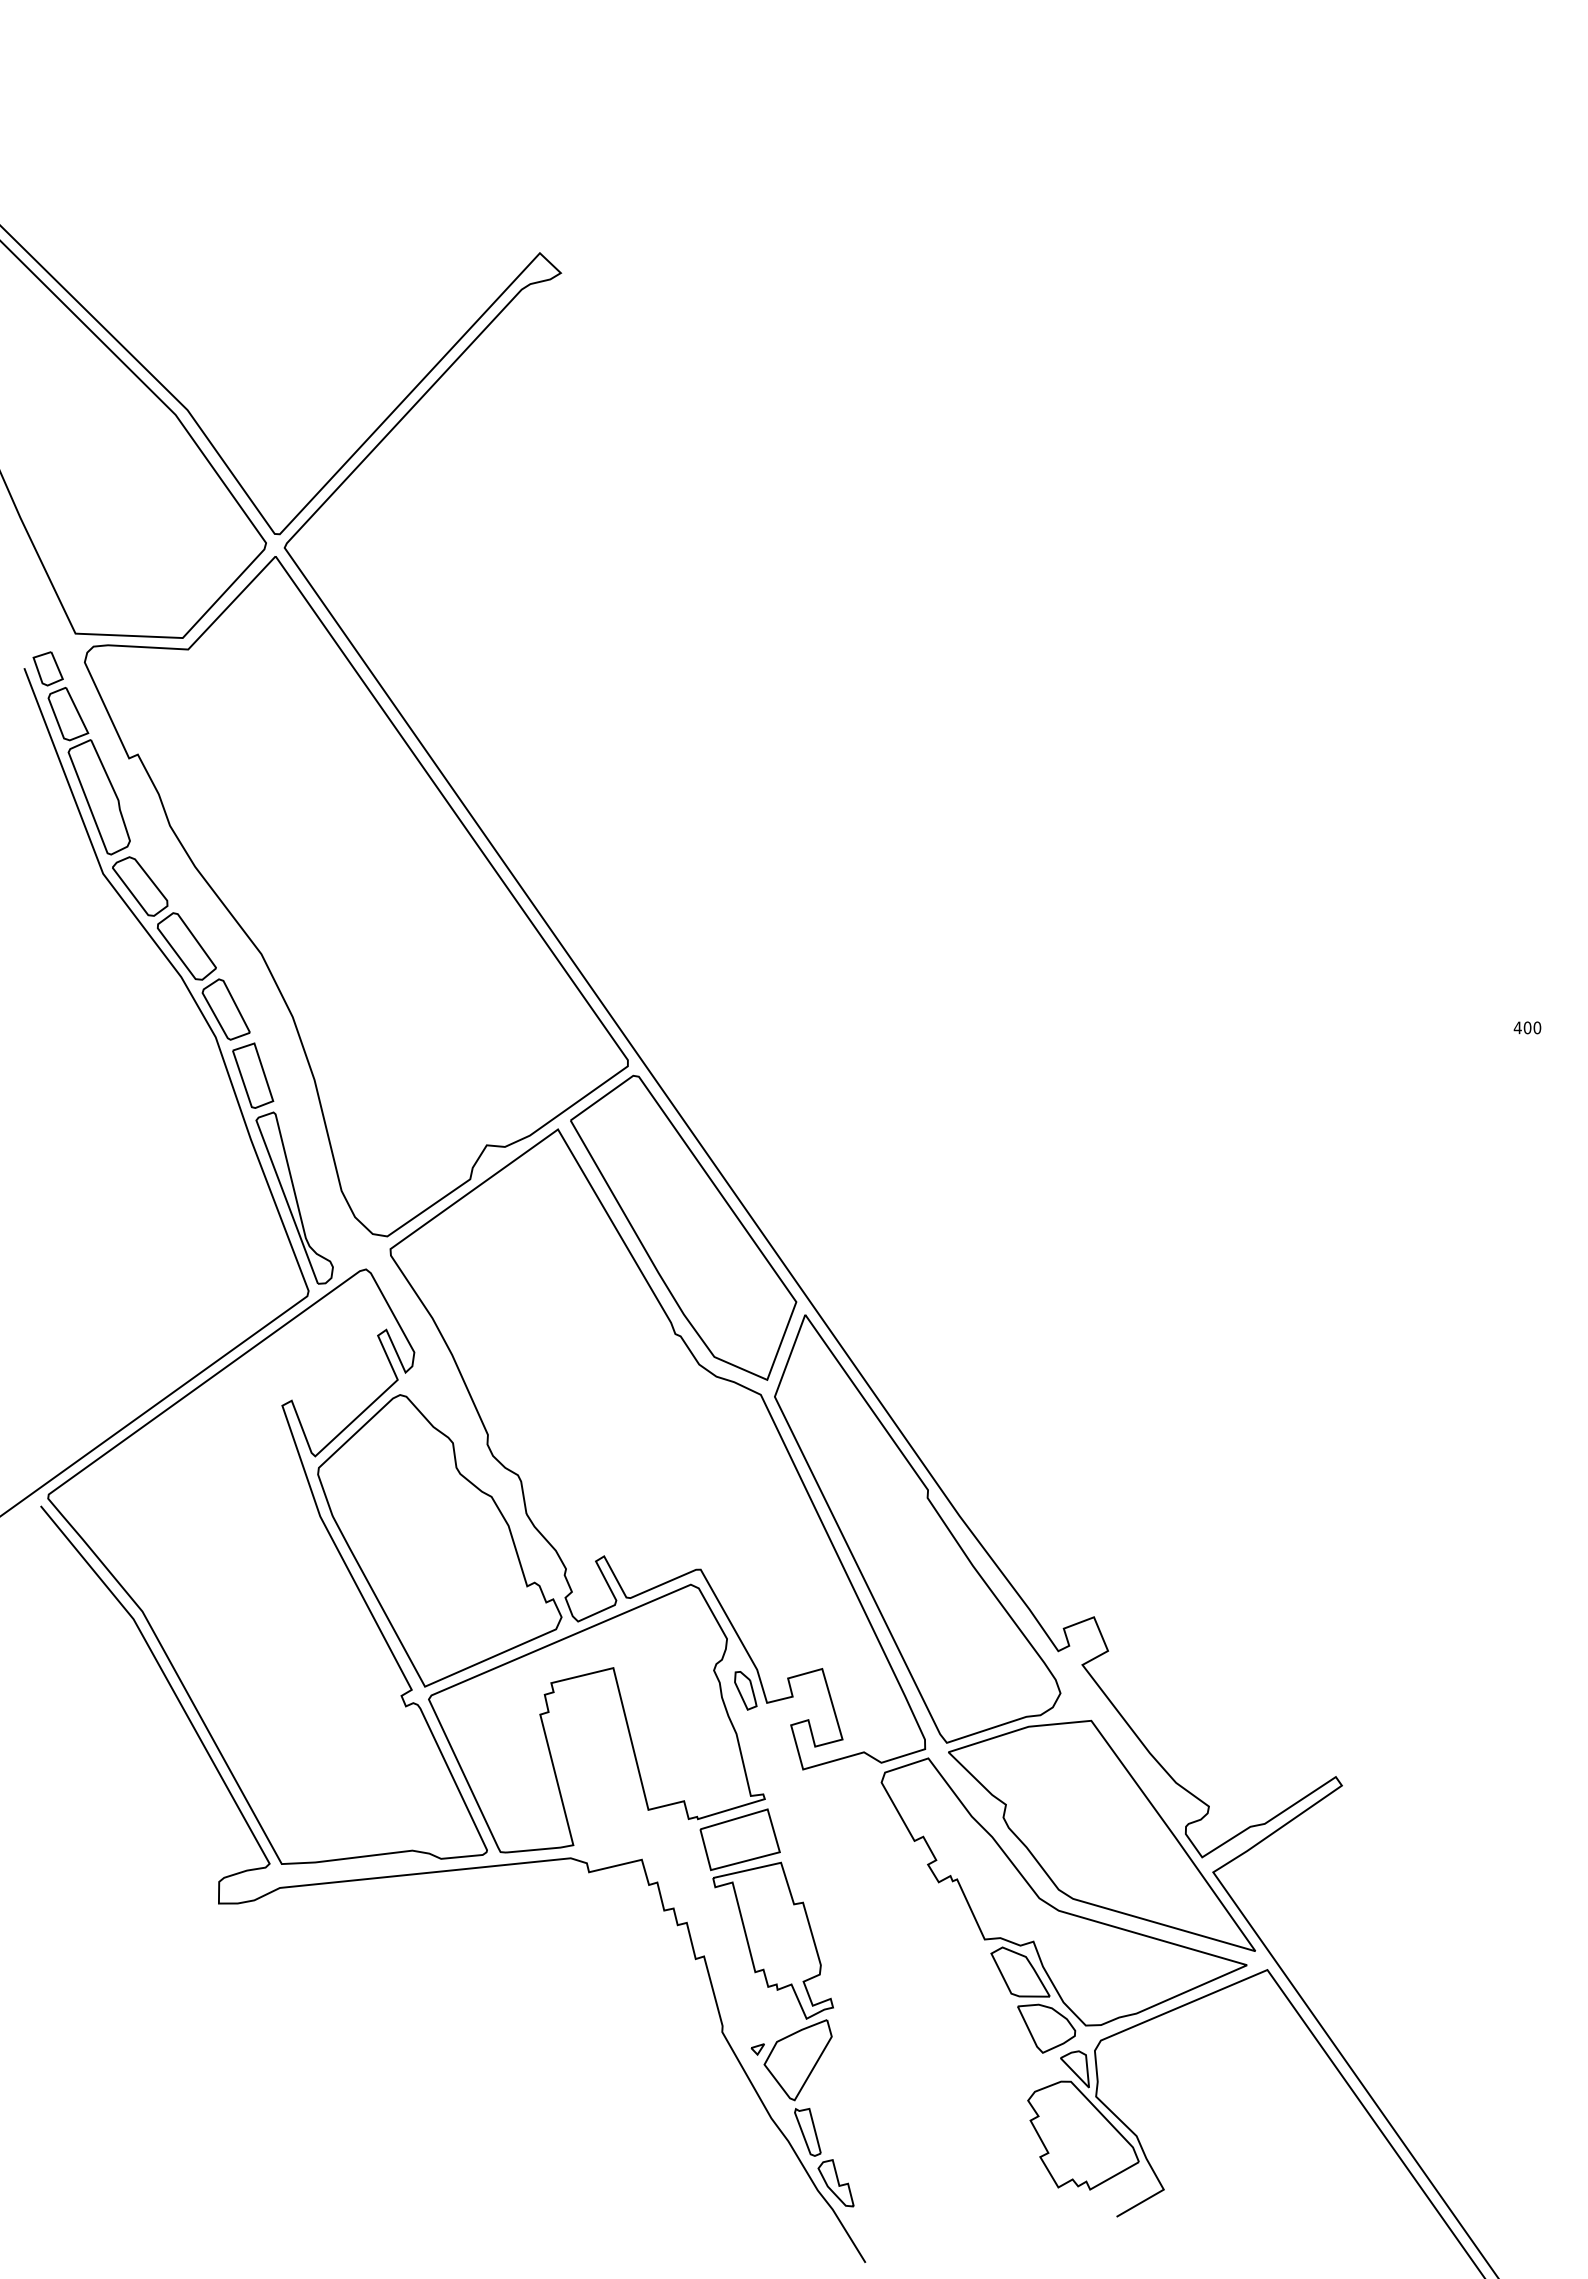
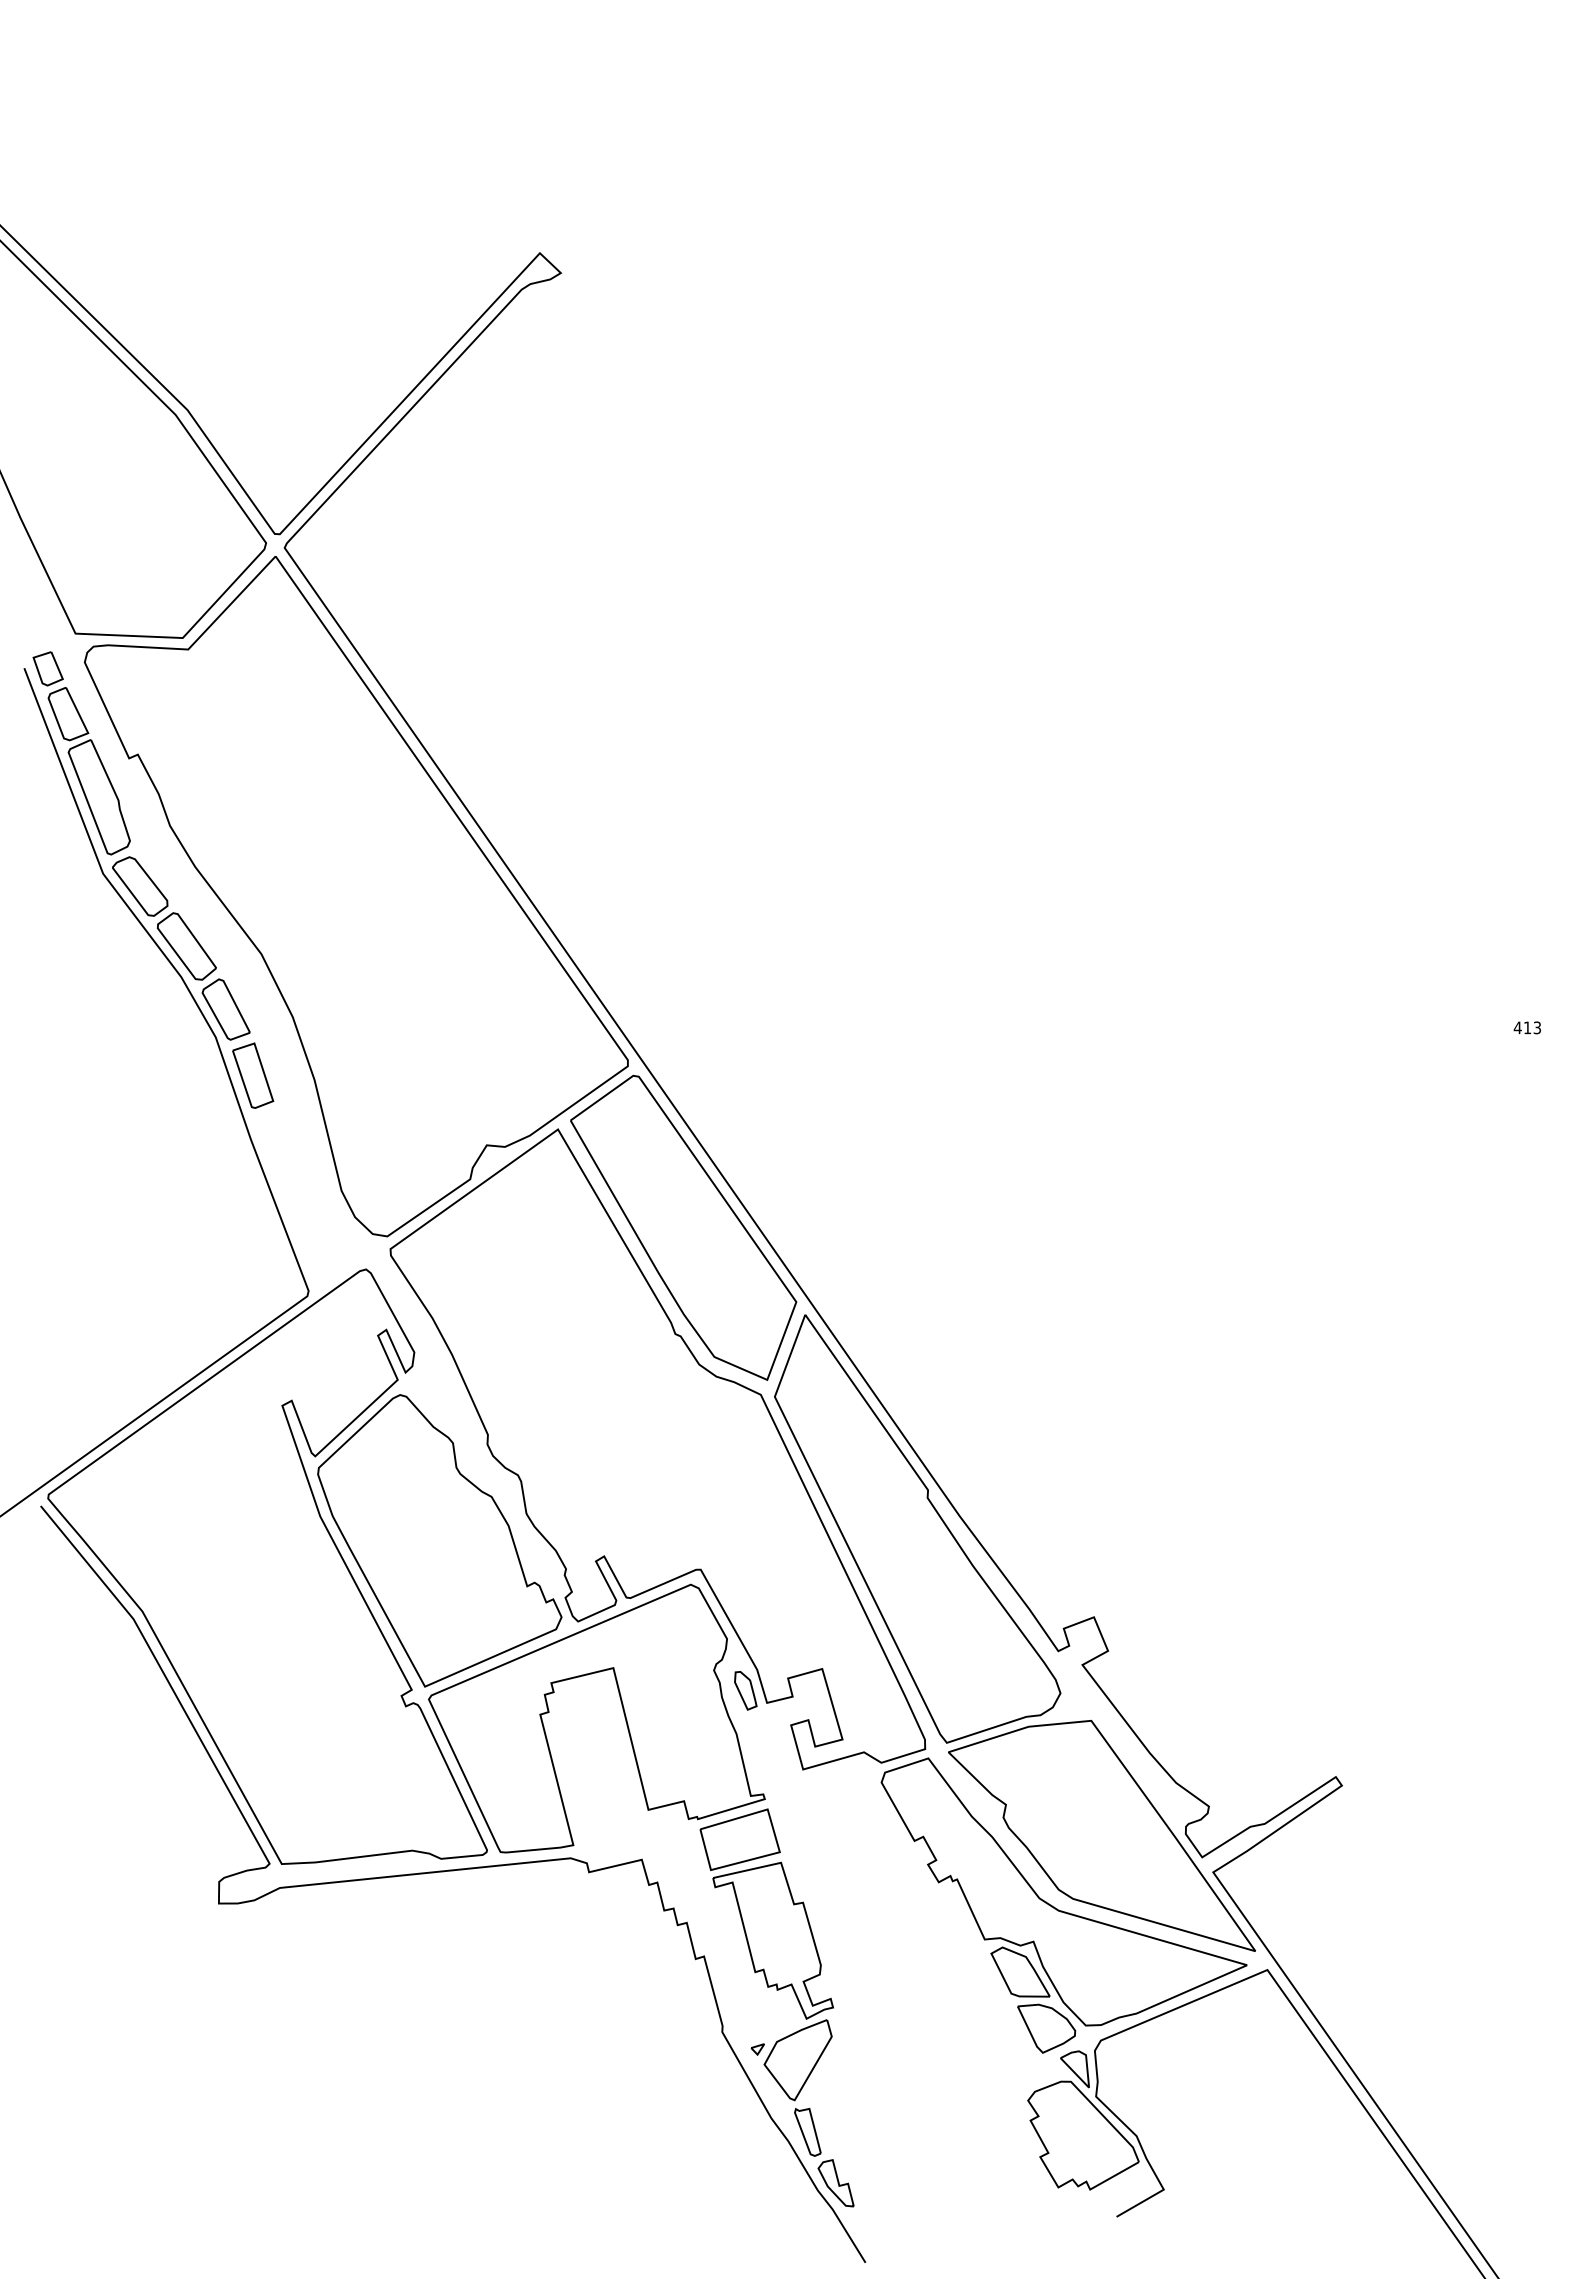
text at (1532, 1027): 400 -> 413
part at (294, 1197): present -> none
